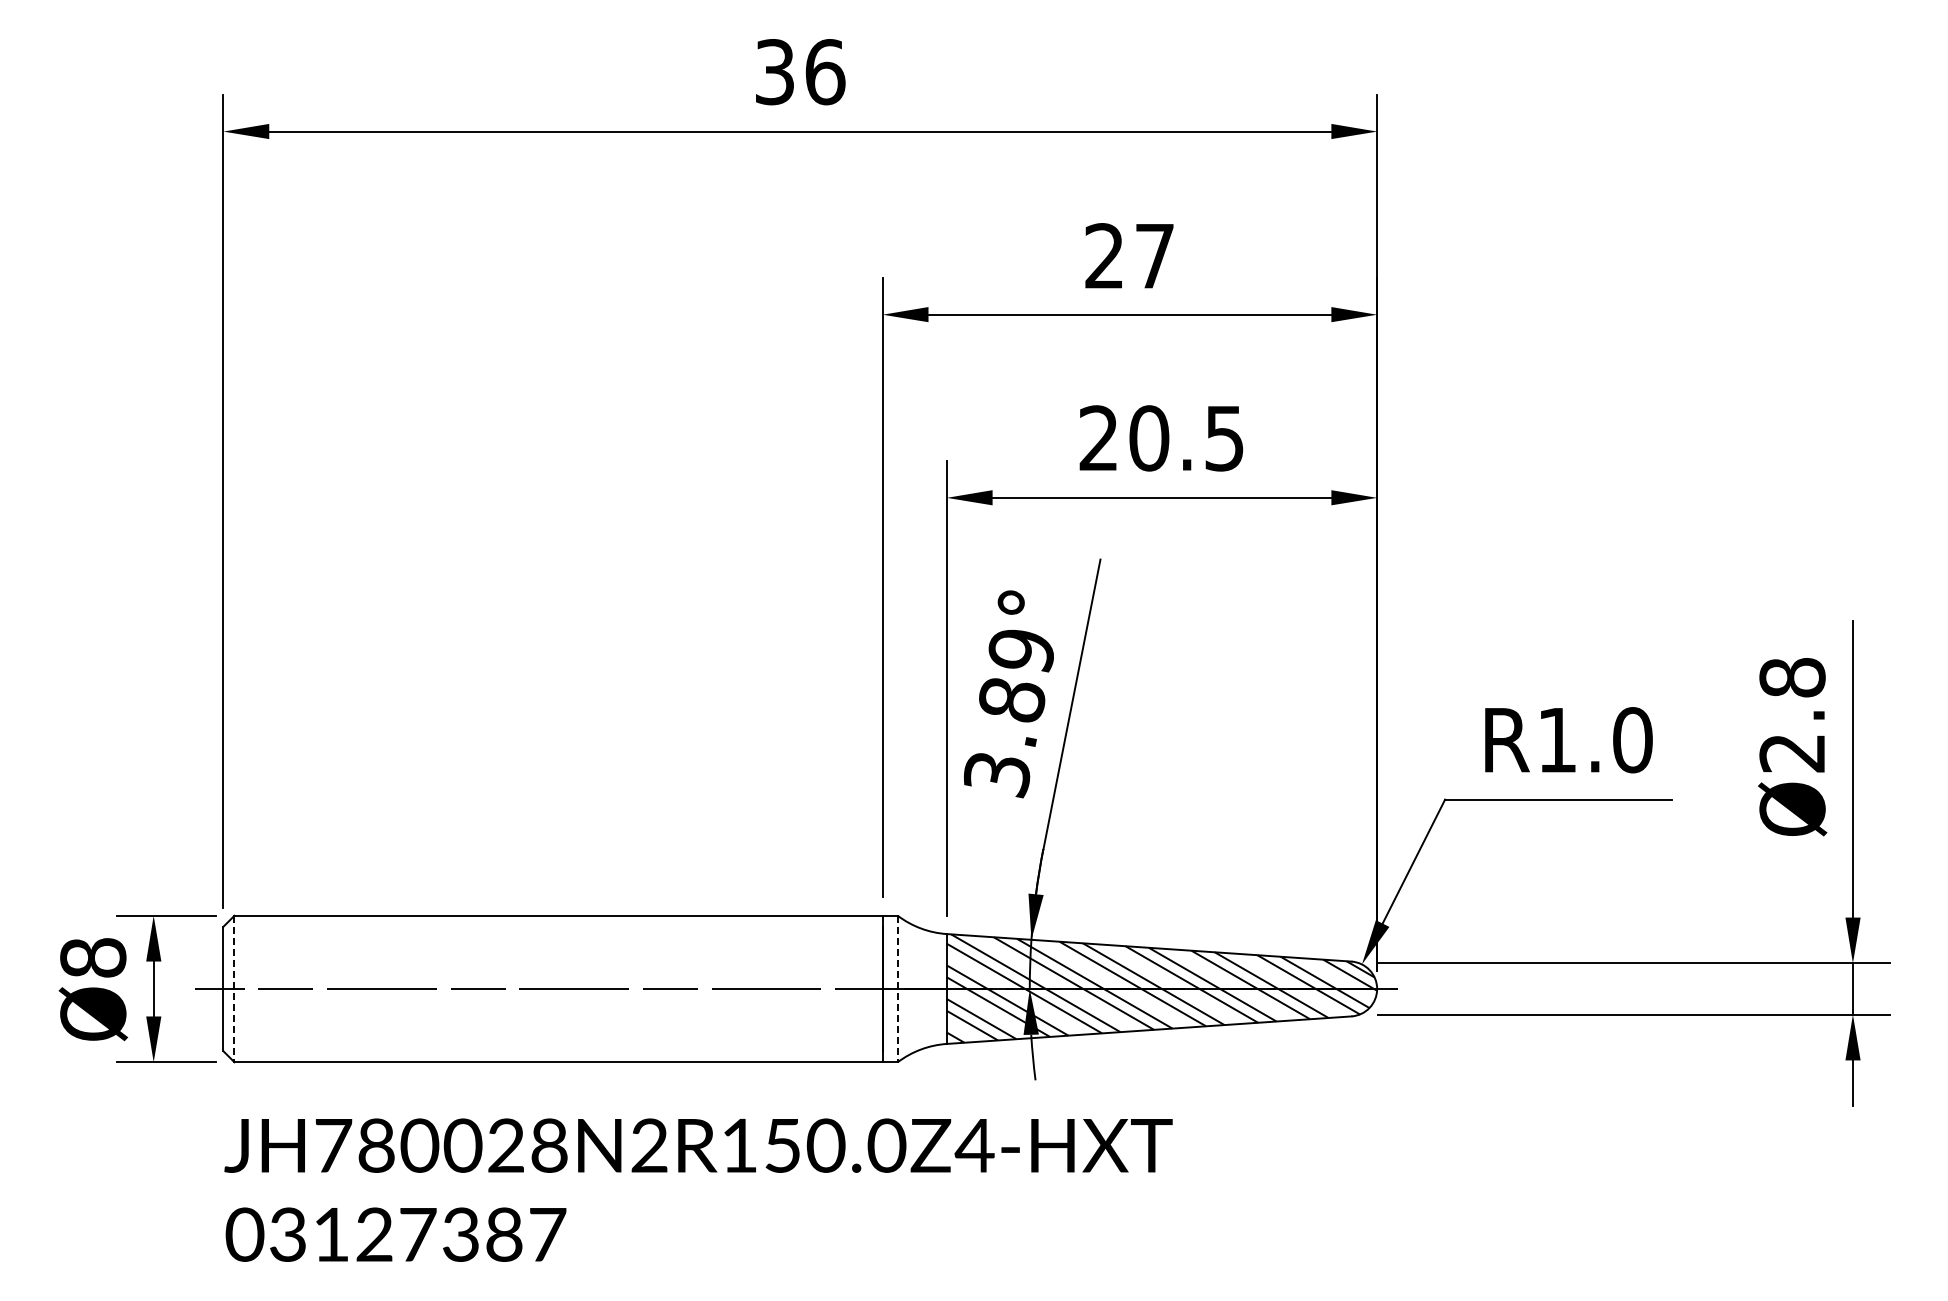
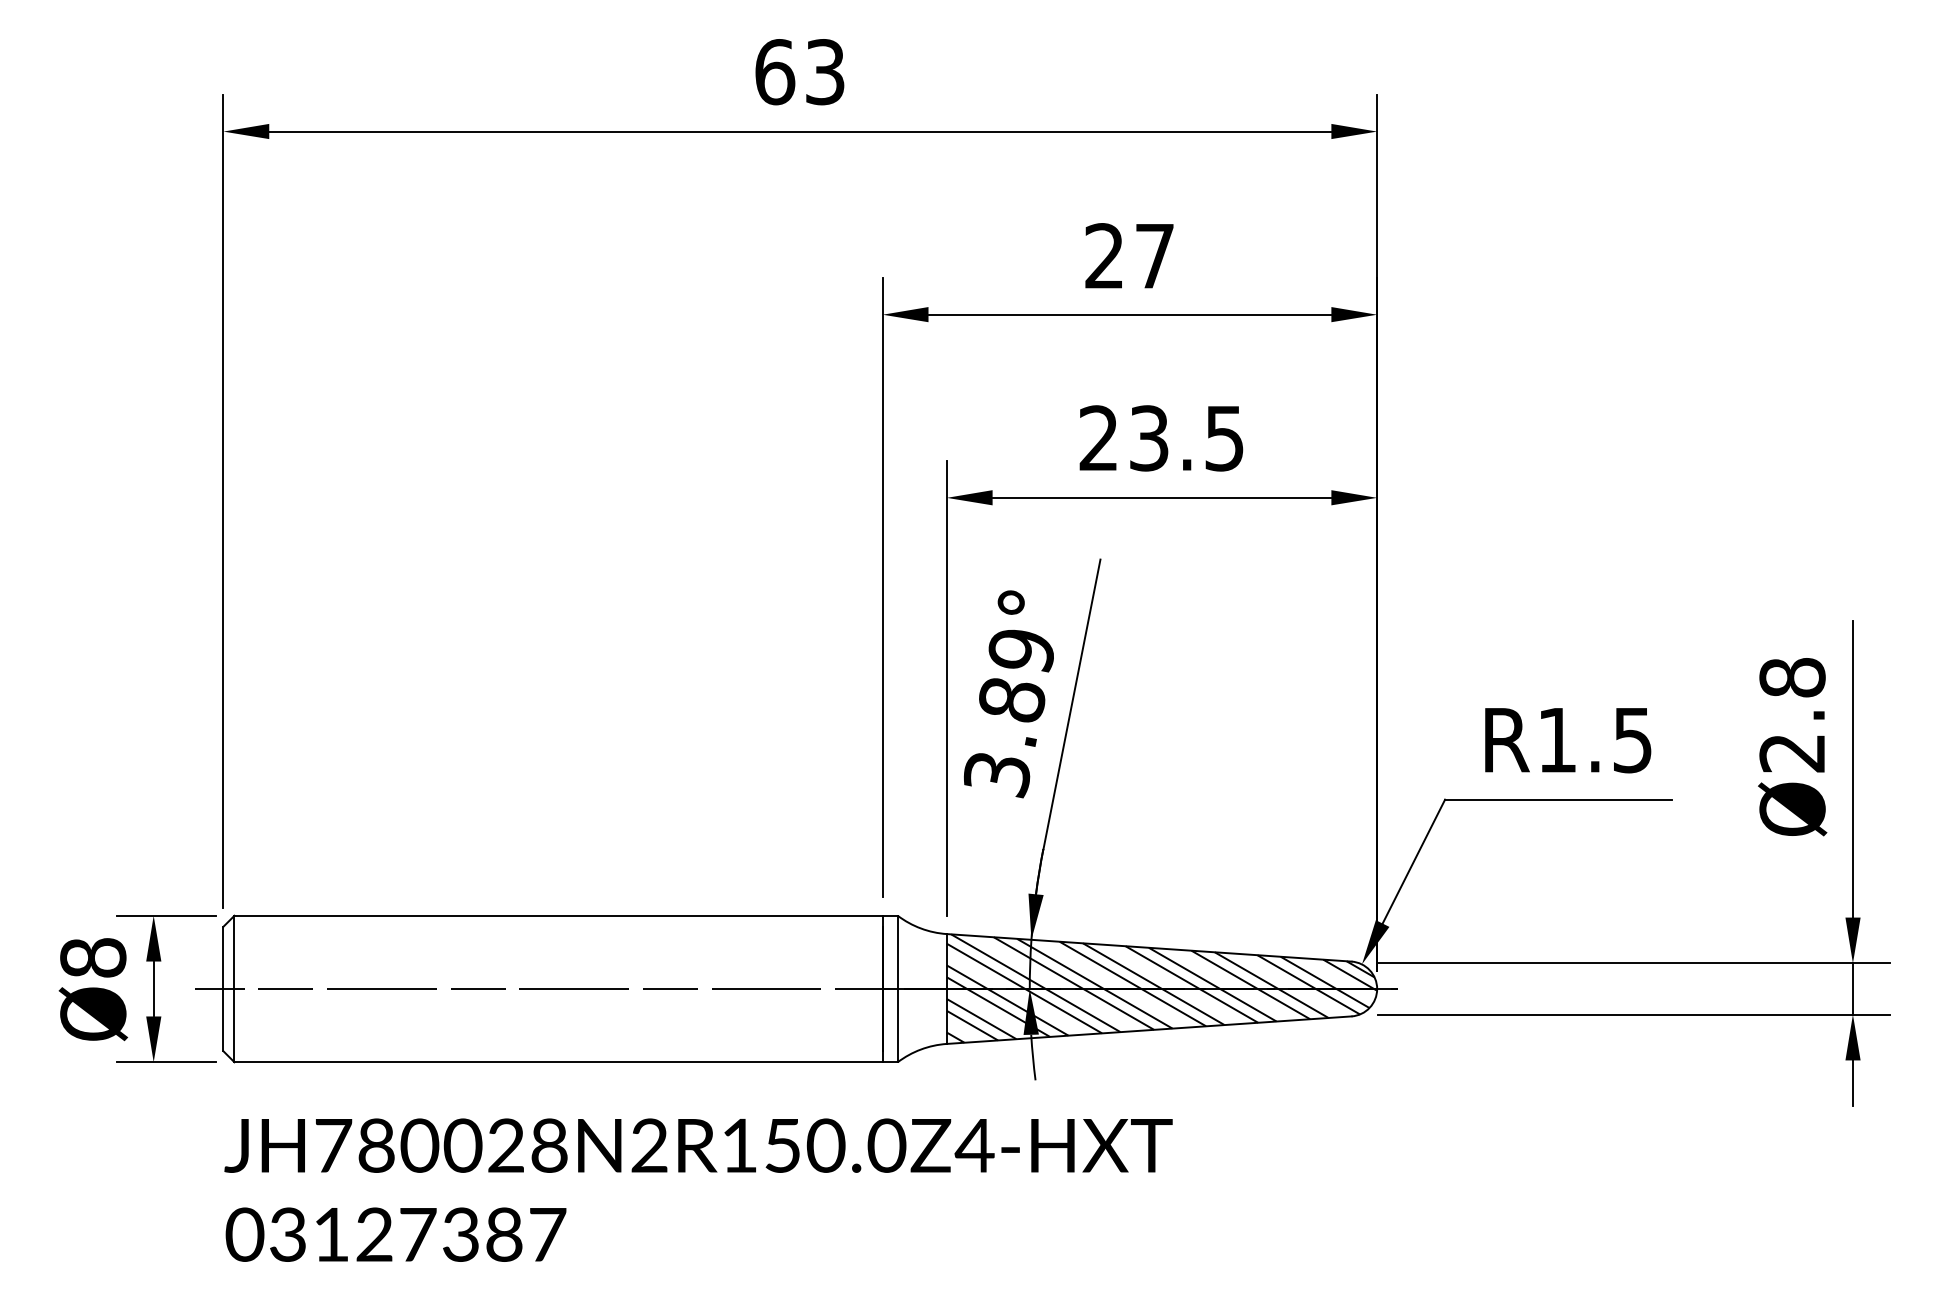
text at (800, 72): 36 -> 63
text at (1149, 438): 20.5 -> 23.5
text at (1632, 740): R1.0 -> R1.5
line at (234, 989): dashed -> solid
line at (897, 989): dashed -> solid
